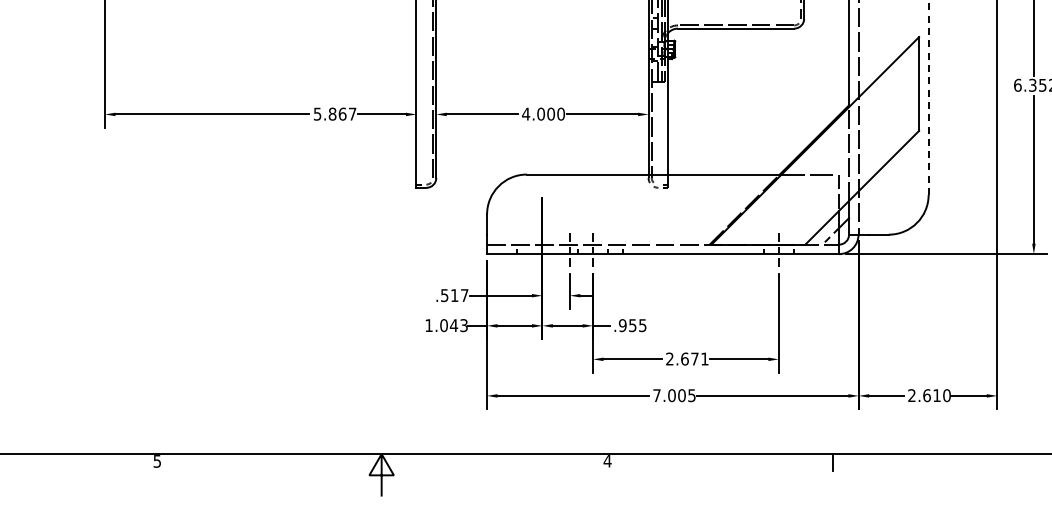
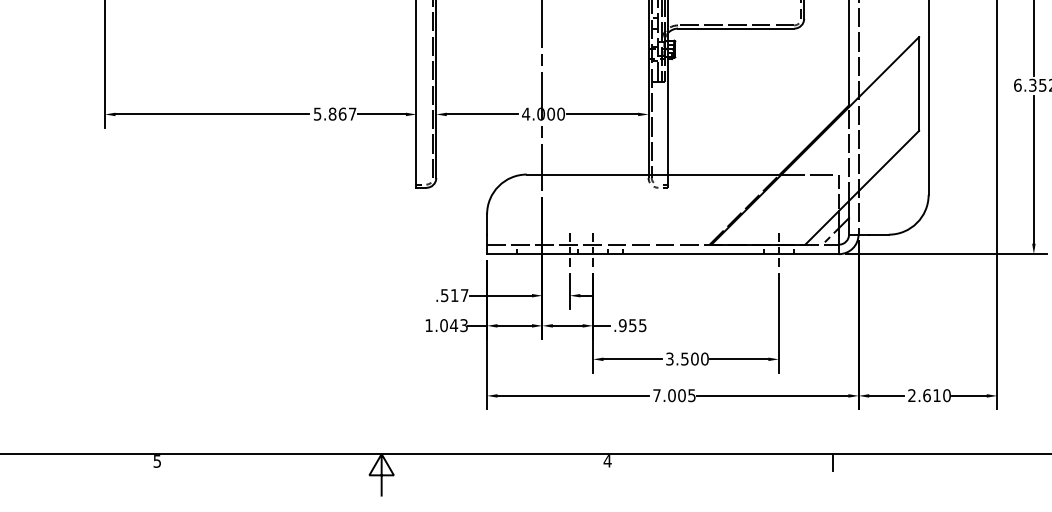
line at (542, 96): none -> present
line at (928, 97): dashed -> solid
text at (687, 358): 2.671 -> 3.500
